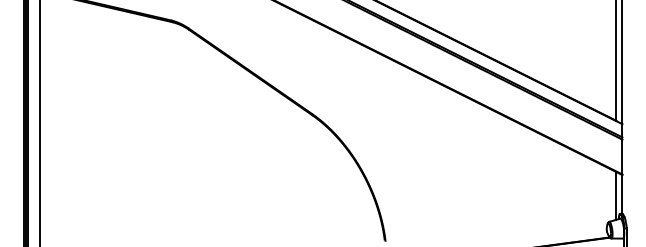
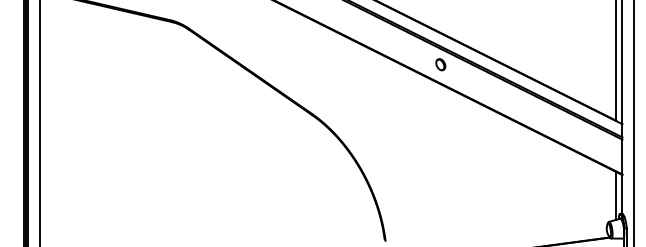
part at (440, 64): none -> present
line at (633, 122): none -> present
